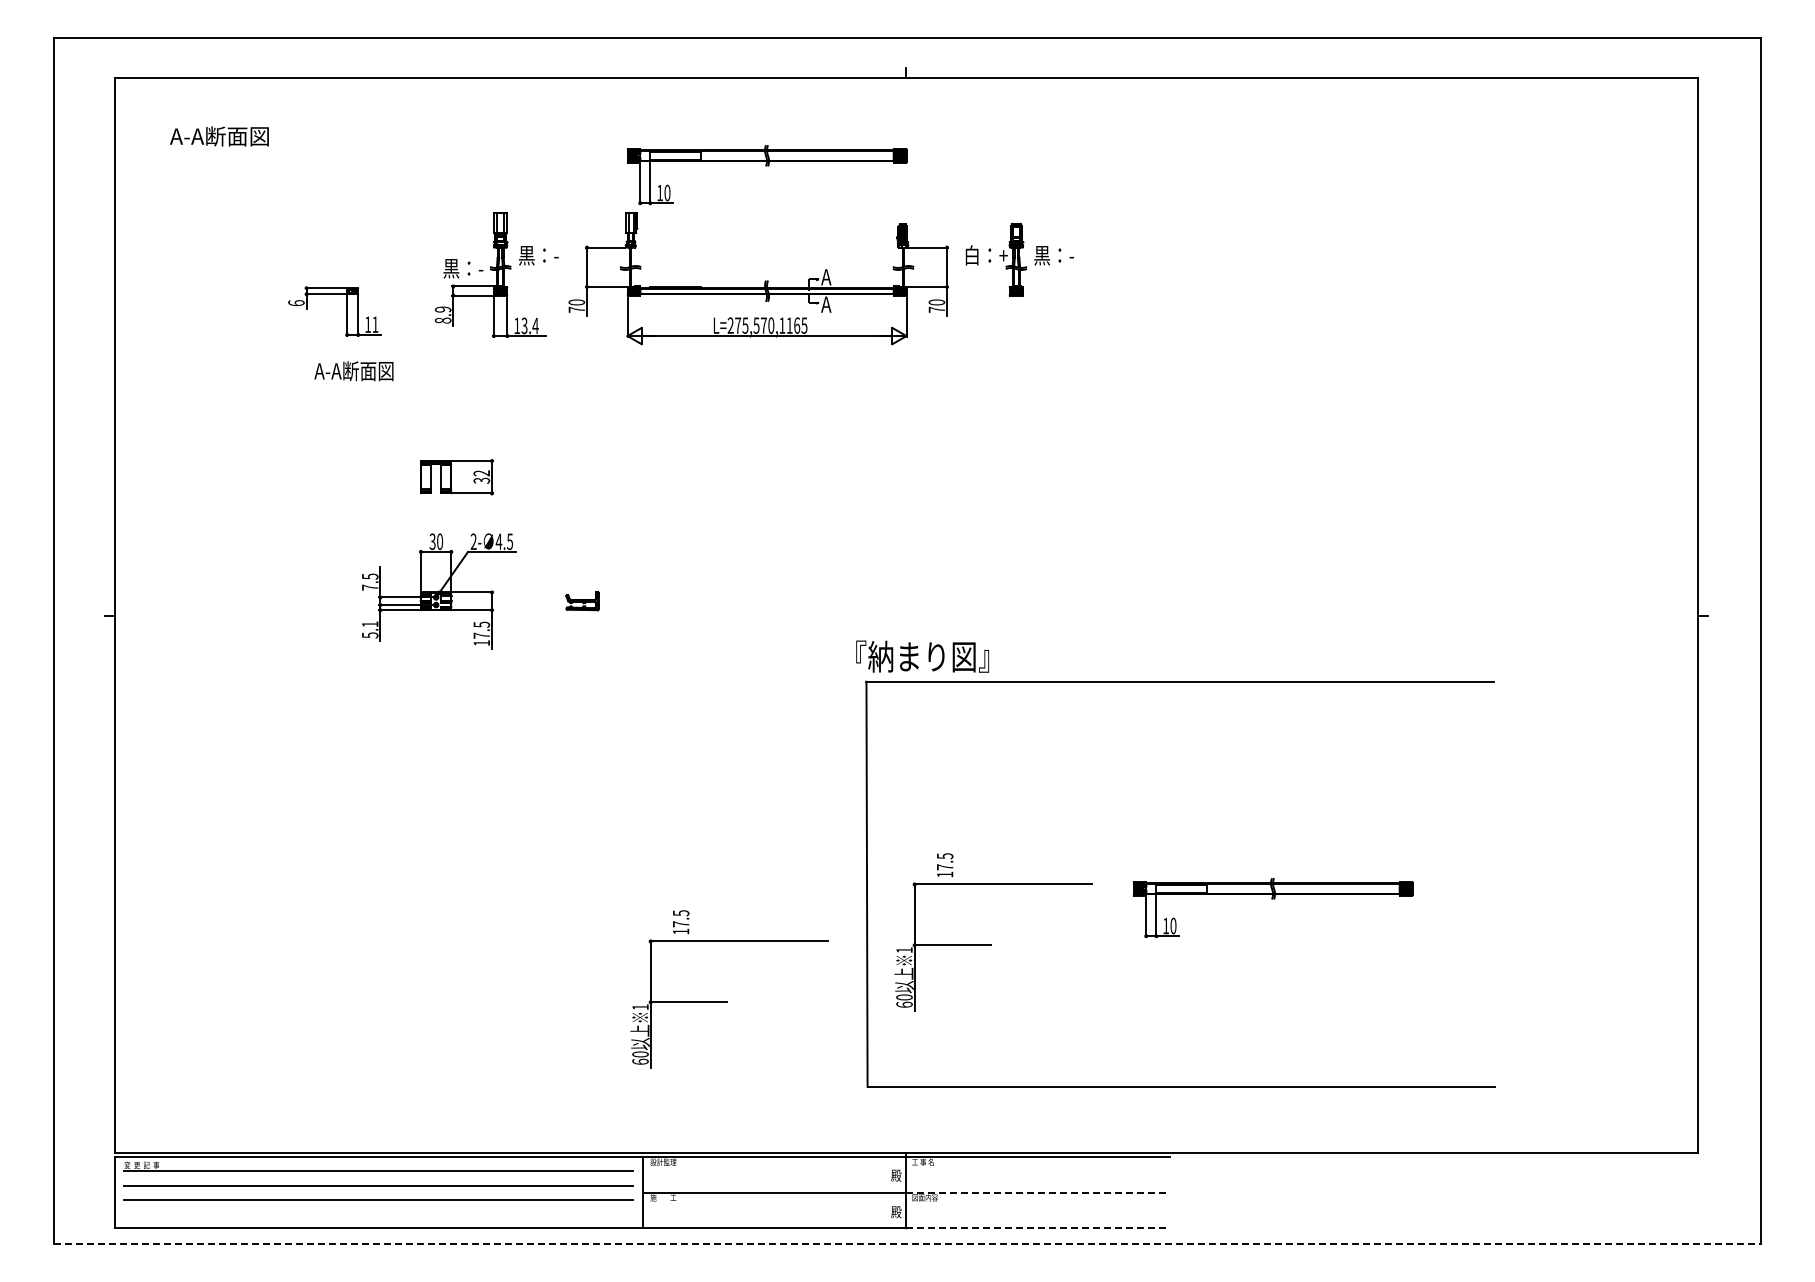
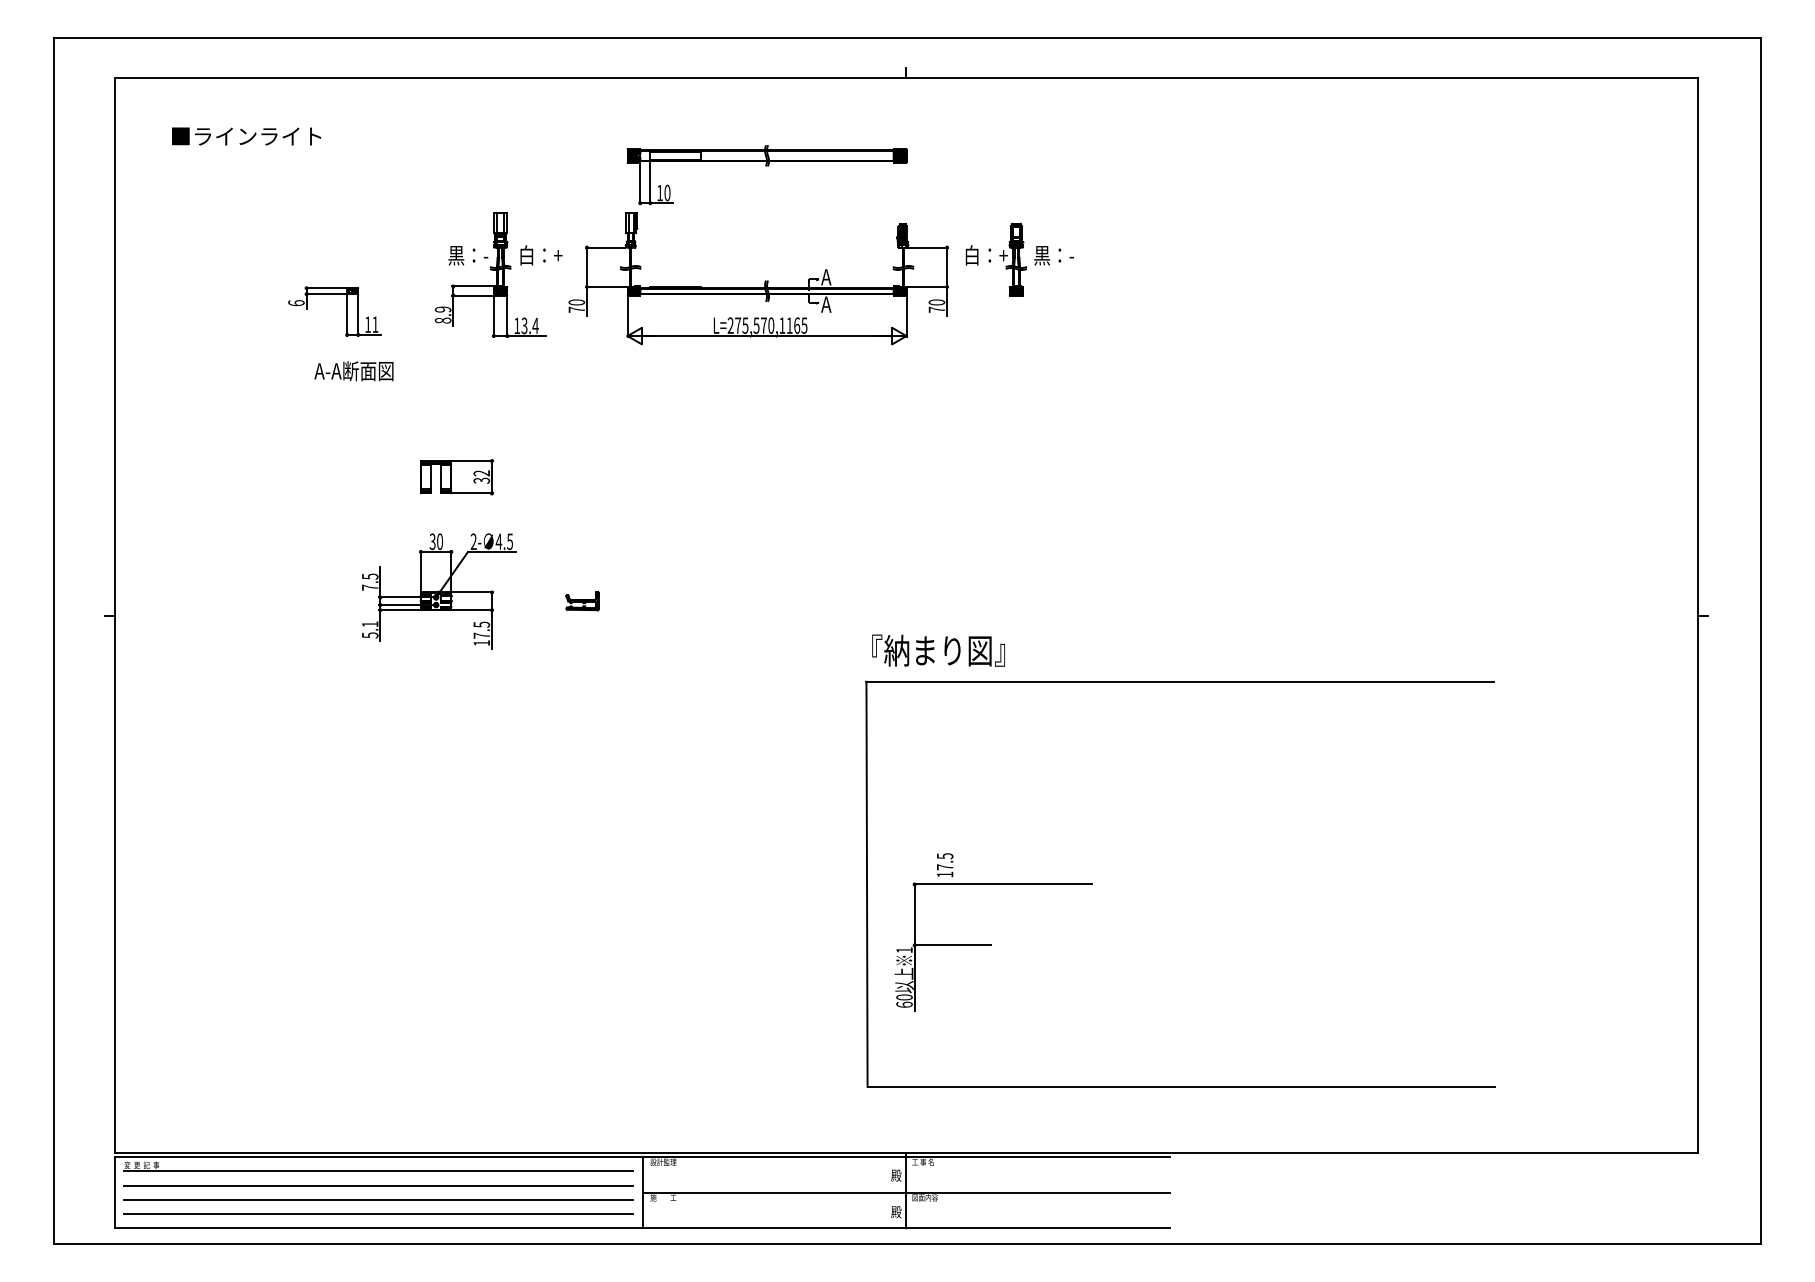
text at (245, 136): A-A断面図 -> ■ラインライト
text at (540, 255): 黒：- -> 白：+
text at (463, 268) position: (463, 268) -> (468, 255)
text at (922, 656) position: (922, 656) -> (938, 650)
part at (1272, 899): present -> none
part at (727, 1001): present -> none
line at (1038, 1192): dashed -> solid
line at (377, 1214): none -> present
line at (1038, 1228): dashed -> solid
line at (907, 1243): dashed -> solid
